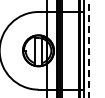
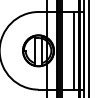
line at (89, 49): dashed -> solid
line at (73, 50): none -> present
